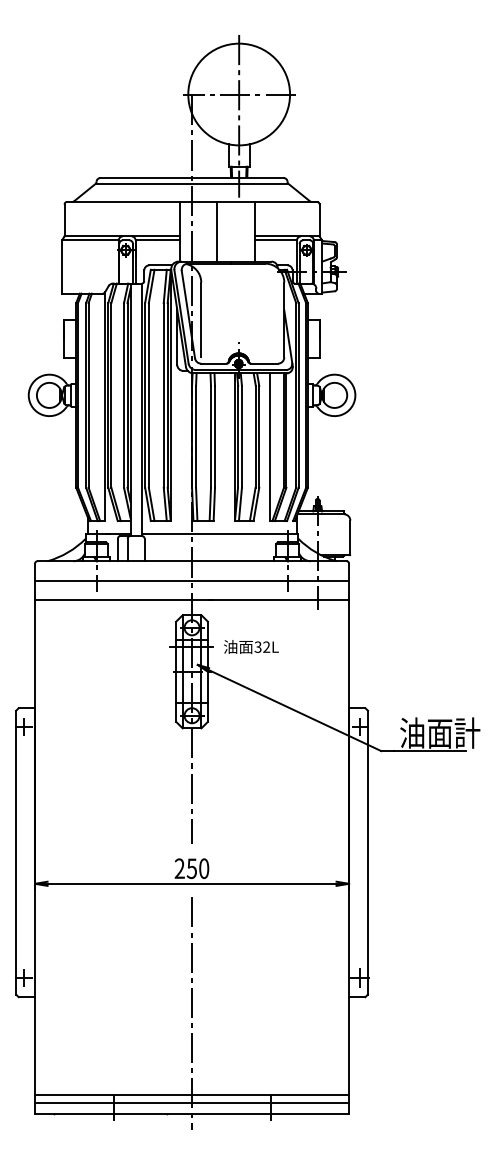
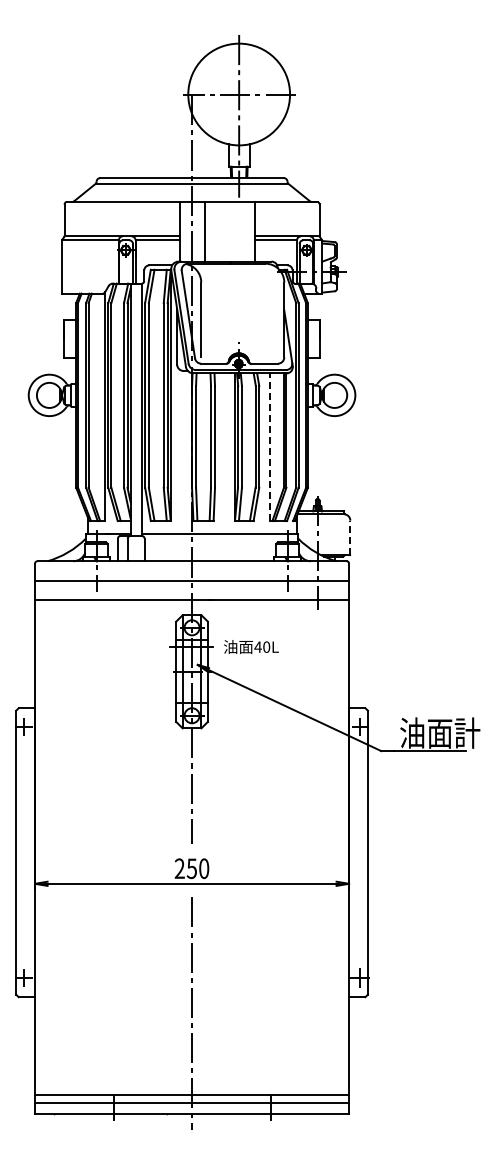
line at (217, 231) position: (217, 231) -> (205, 231)
line at (269, 447): solid -> dashed
line at (350, 537): solid -> dashed
text at (262, 646): 32L -> 40L
